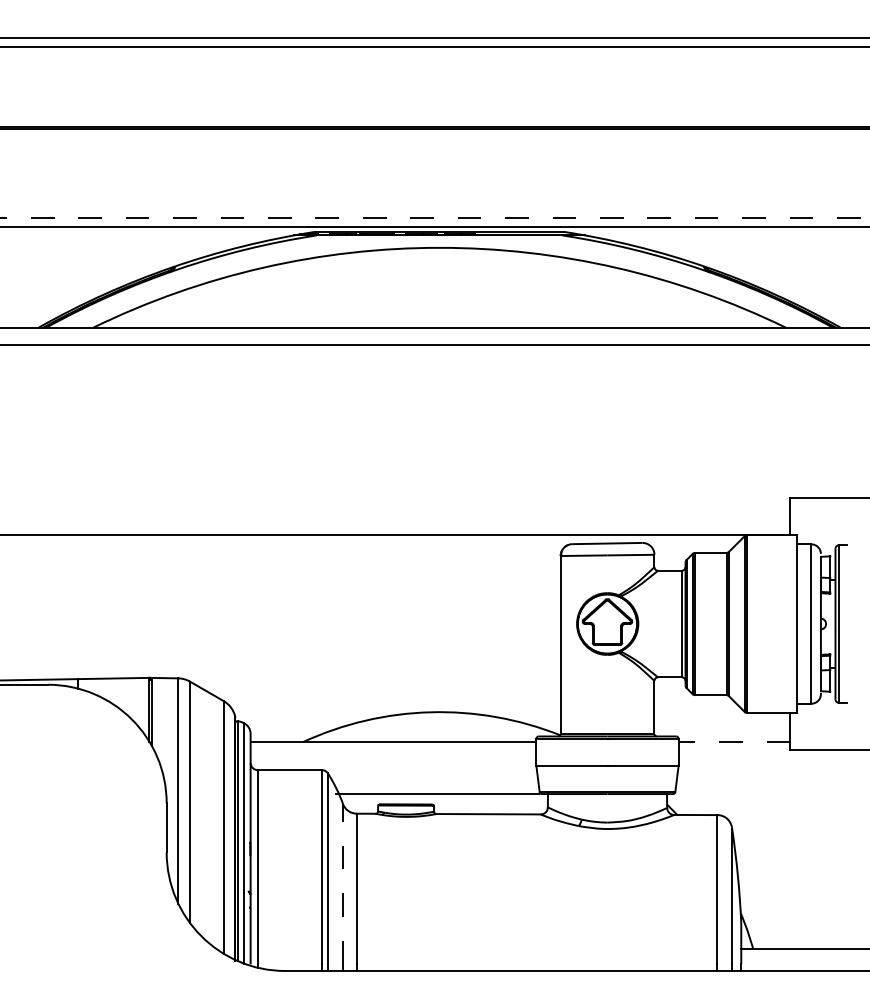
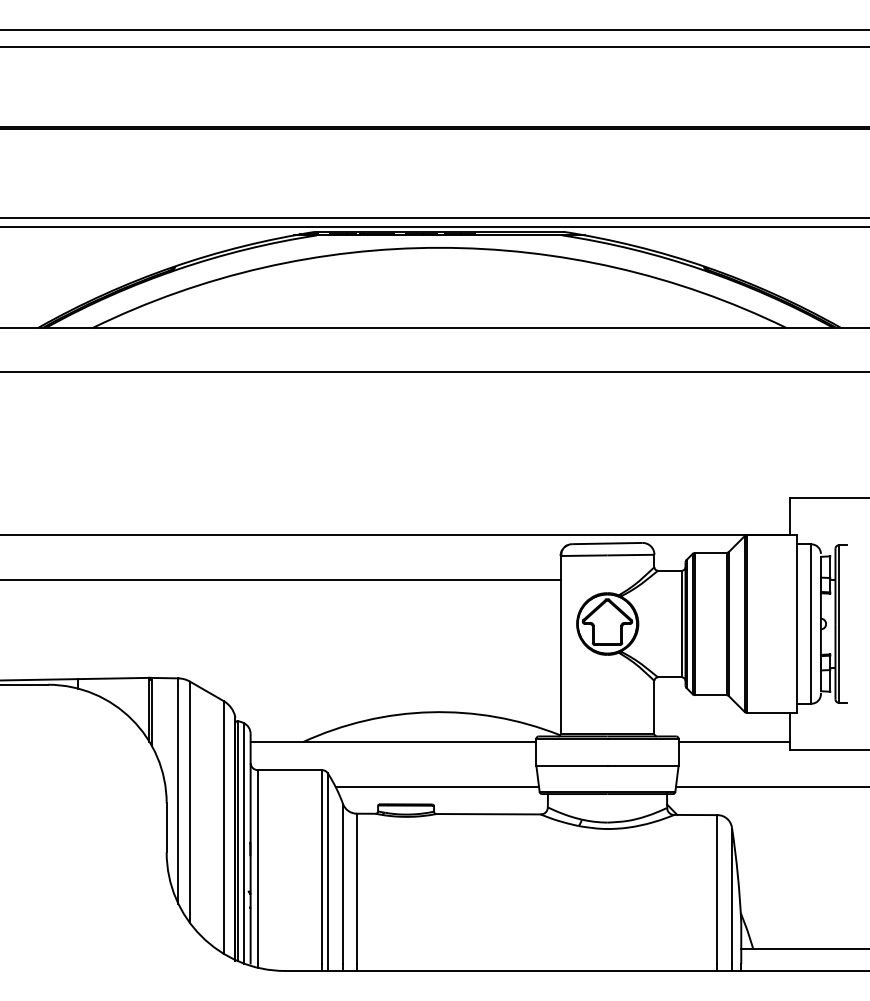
line at (434, 38) position: (434, 38) -> (434, 30)
line at (434, 218): dashed -> solid
line at (434, 345) position: (434, 345) -> (434, 372)
line at (281, 579): none -> present
line at (734, 742): dashed -> solid
line at (771, 786): none -> present
line at (437, 793) position: (437, 793) -> (437, 786)
line at (343, 883): dashed -> solid
